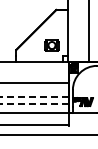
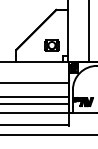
line at (34, 96): dashed -> solid
line at (34, 104): dashed -> solid
